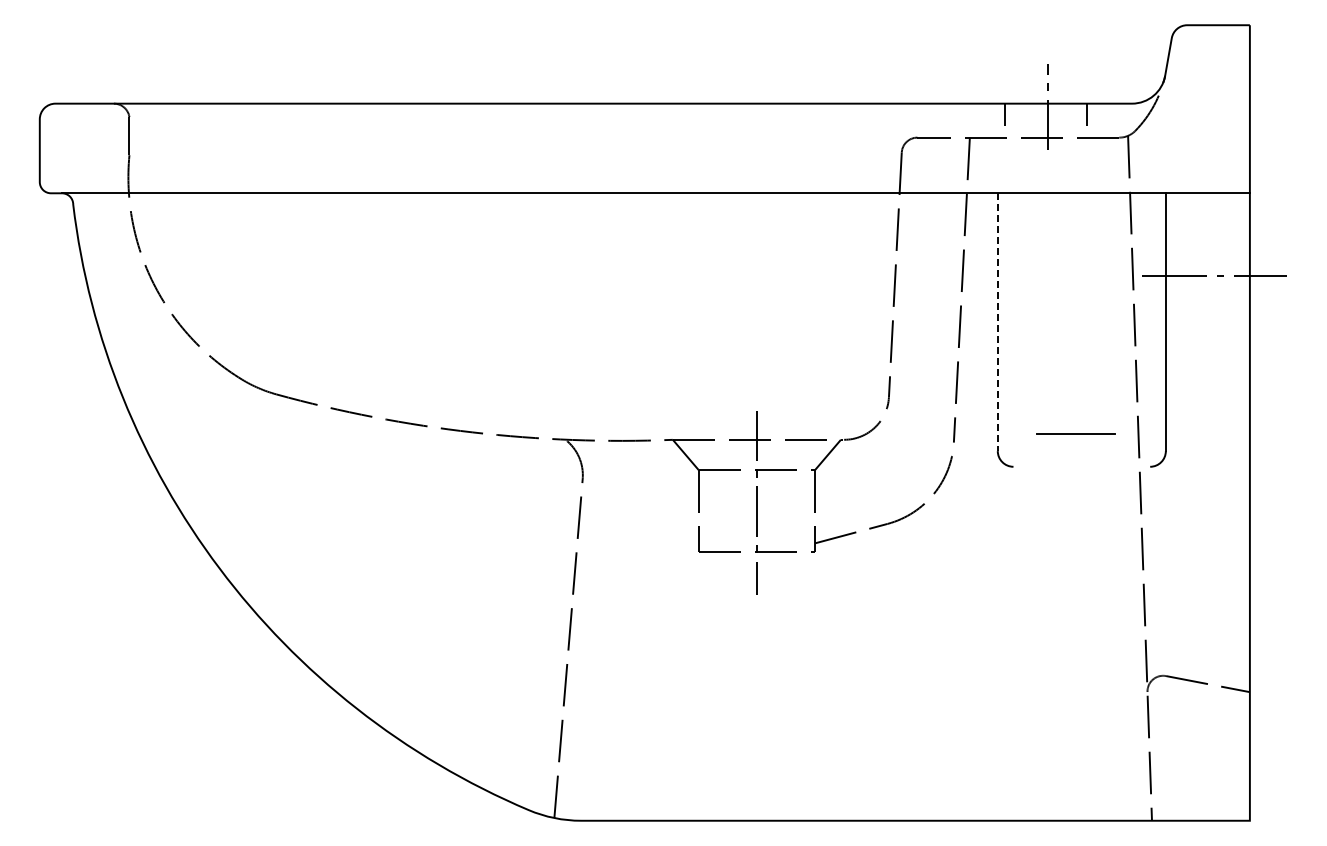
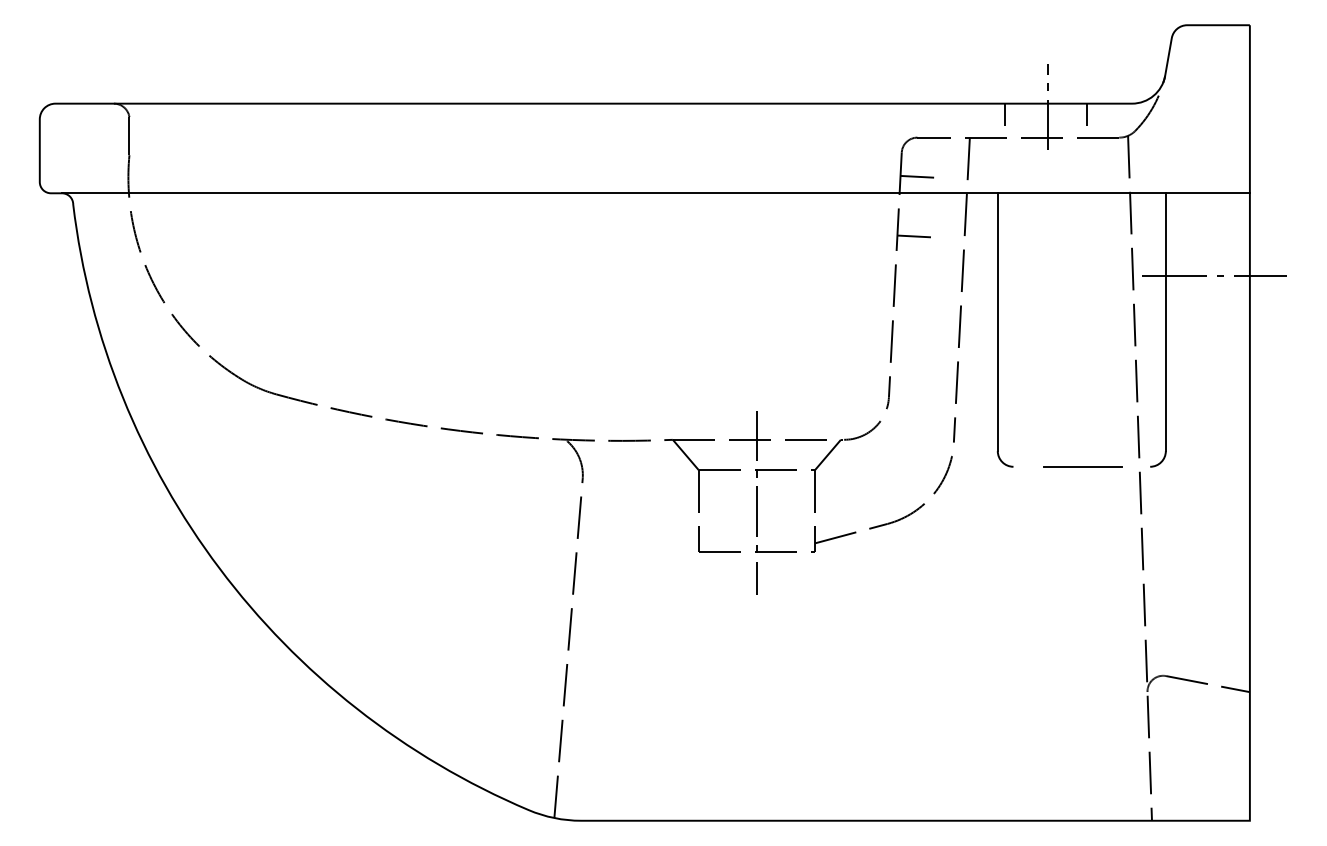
line at (917, 176): none -> present
line at (913, 236): none -> present
line at (997, 322): dashed -> solid
line at (1075, 433) position: (1075, 433) -> (1082, 466)
